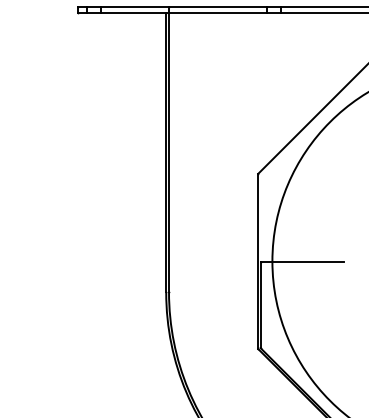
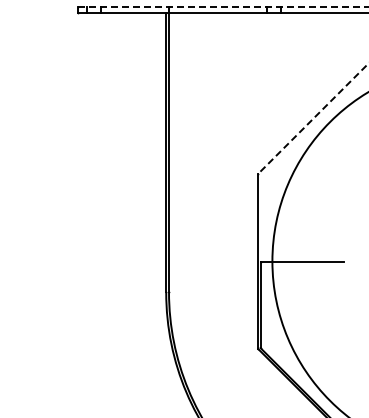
line at (222, 7): solid -> dashed
line at (313, 118): solid -> dashed
